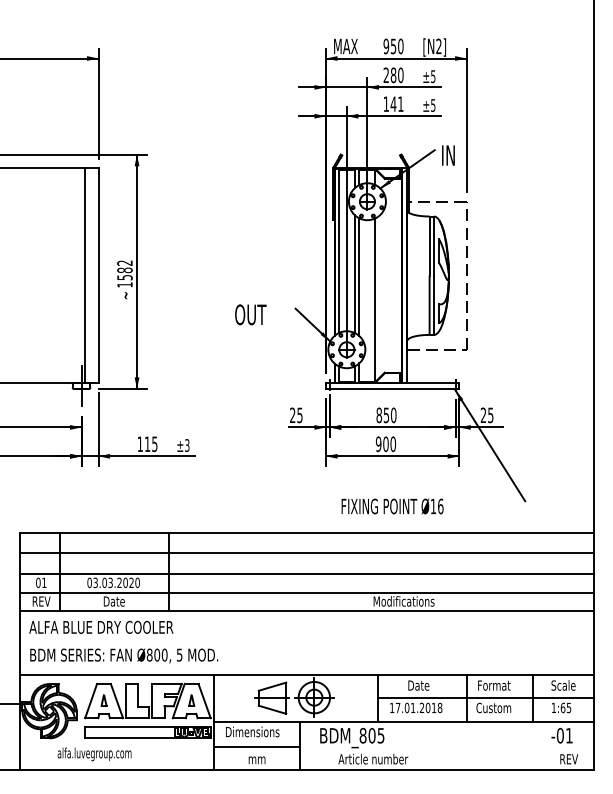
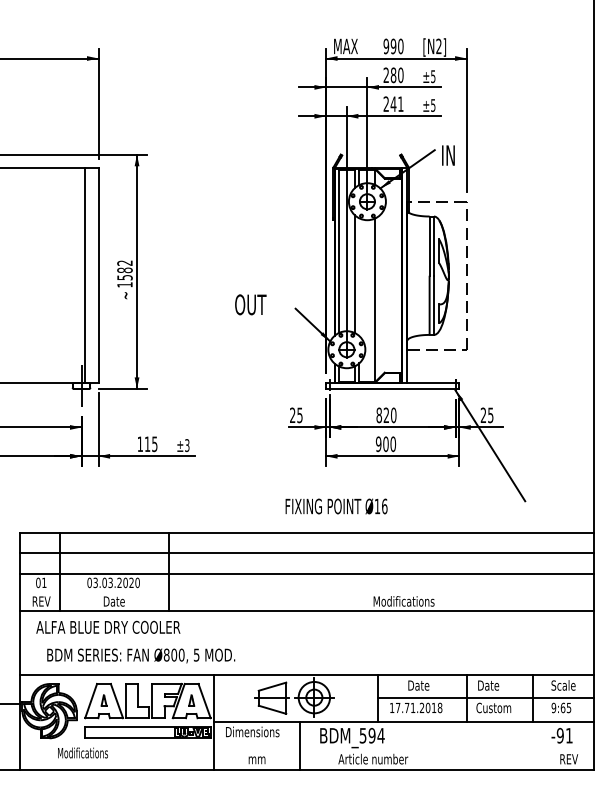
text at (393, 45): 950 -> 990
text at (385, 103): 141 -> 241
line at (359, 277): present -> none
text at (250, 314) position: (250, 314) -> (250, 304)
text at (386, 415): 850 -> 820
text at (392, 506) position: (392, 506) -> (336, 506)
line at (307, 592): present -> none
text at (101, 626) position: (101, 626) -> (108, 626)
text at (124, 655) position: (124, 655) -> (141, 655)
text at (494, 685): Format -> Date
text at (406, 707): 17.01.2018 -> 17.71.2018
text at (553, 707): 1:65 -> 9:65
text at (371, 735): BDM_805 -> BDM_594
text at (559, 735): -01 -> -91
line at (257, 746): present -> none
text at (94, 754): alfa.luvegroup.com -> Modifications
